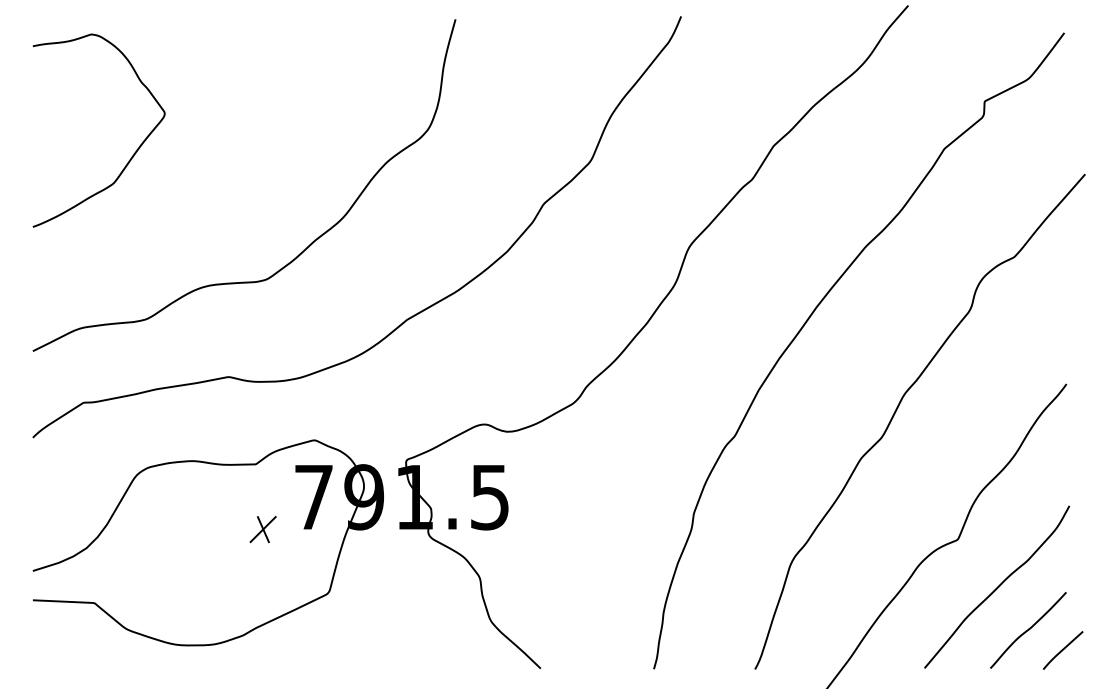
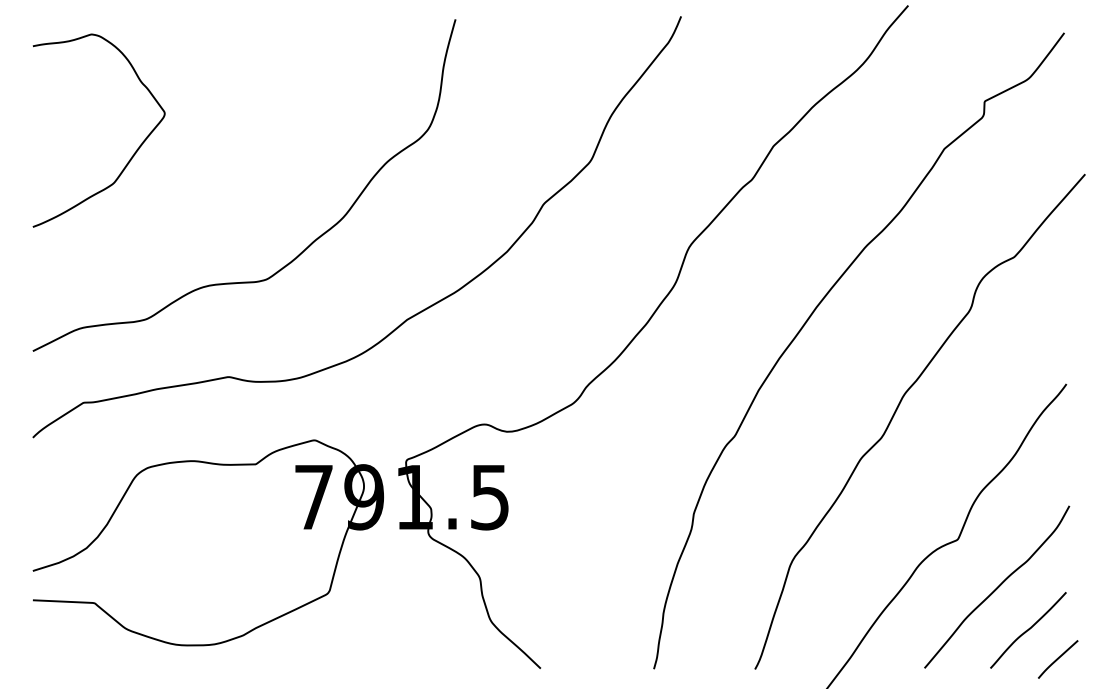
part at (262, 529): present -> none
line at (1063, 650) position: (1063, 650) -> (1058, 659)
